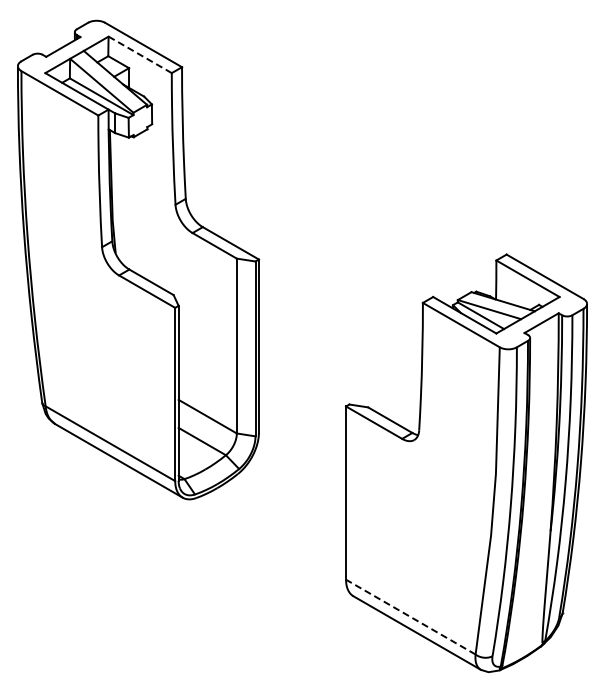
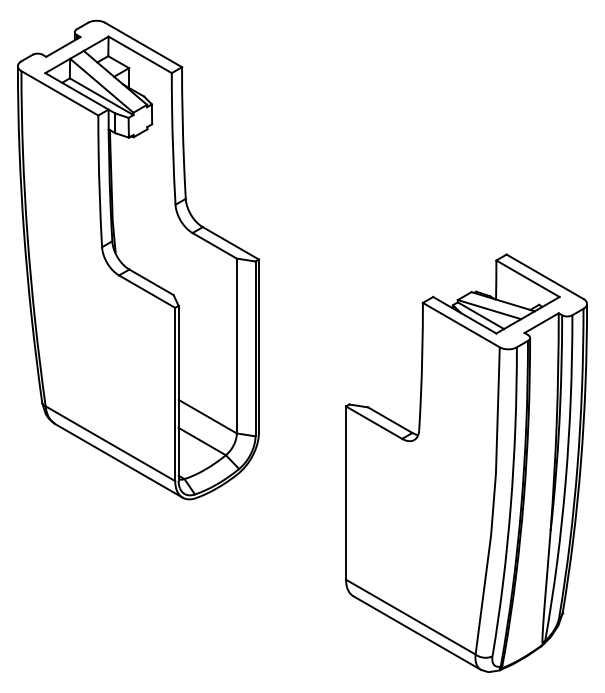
line at (139, 54): dashed -> solid
line at (410, 617): dashed -> solid
